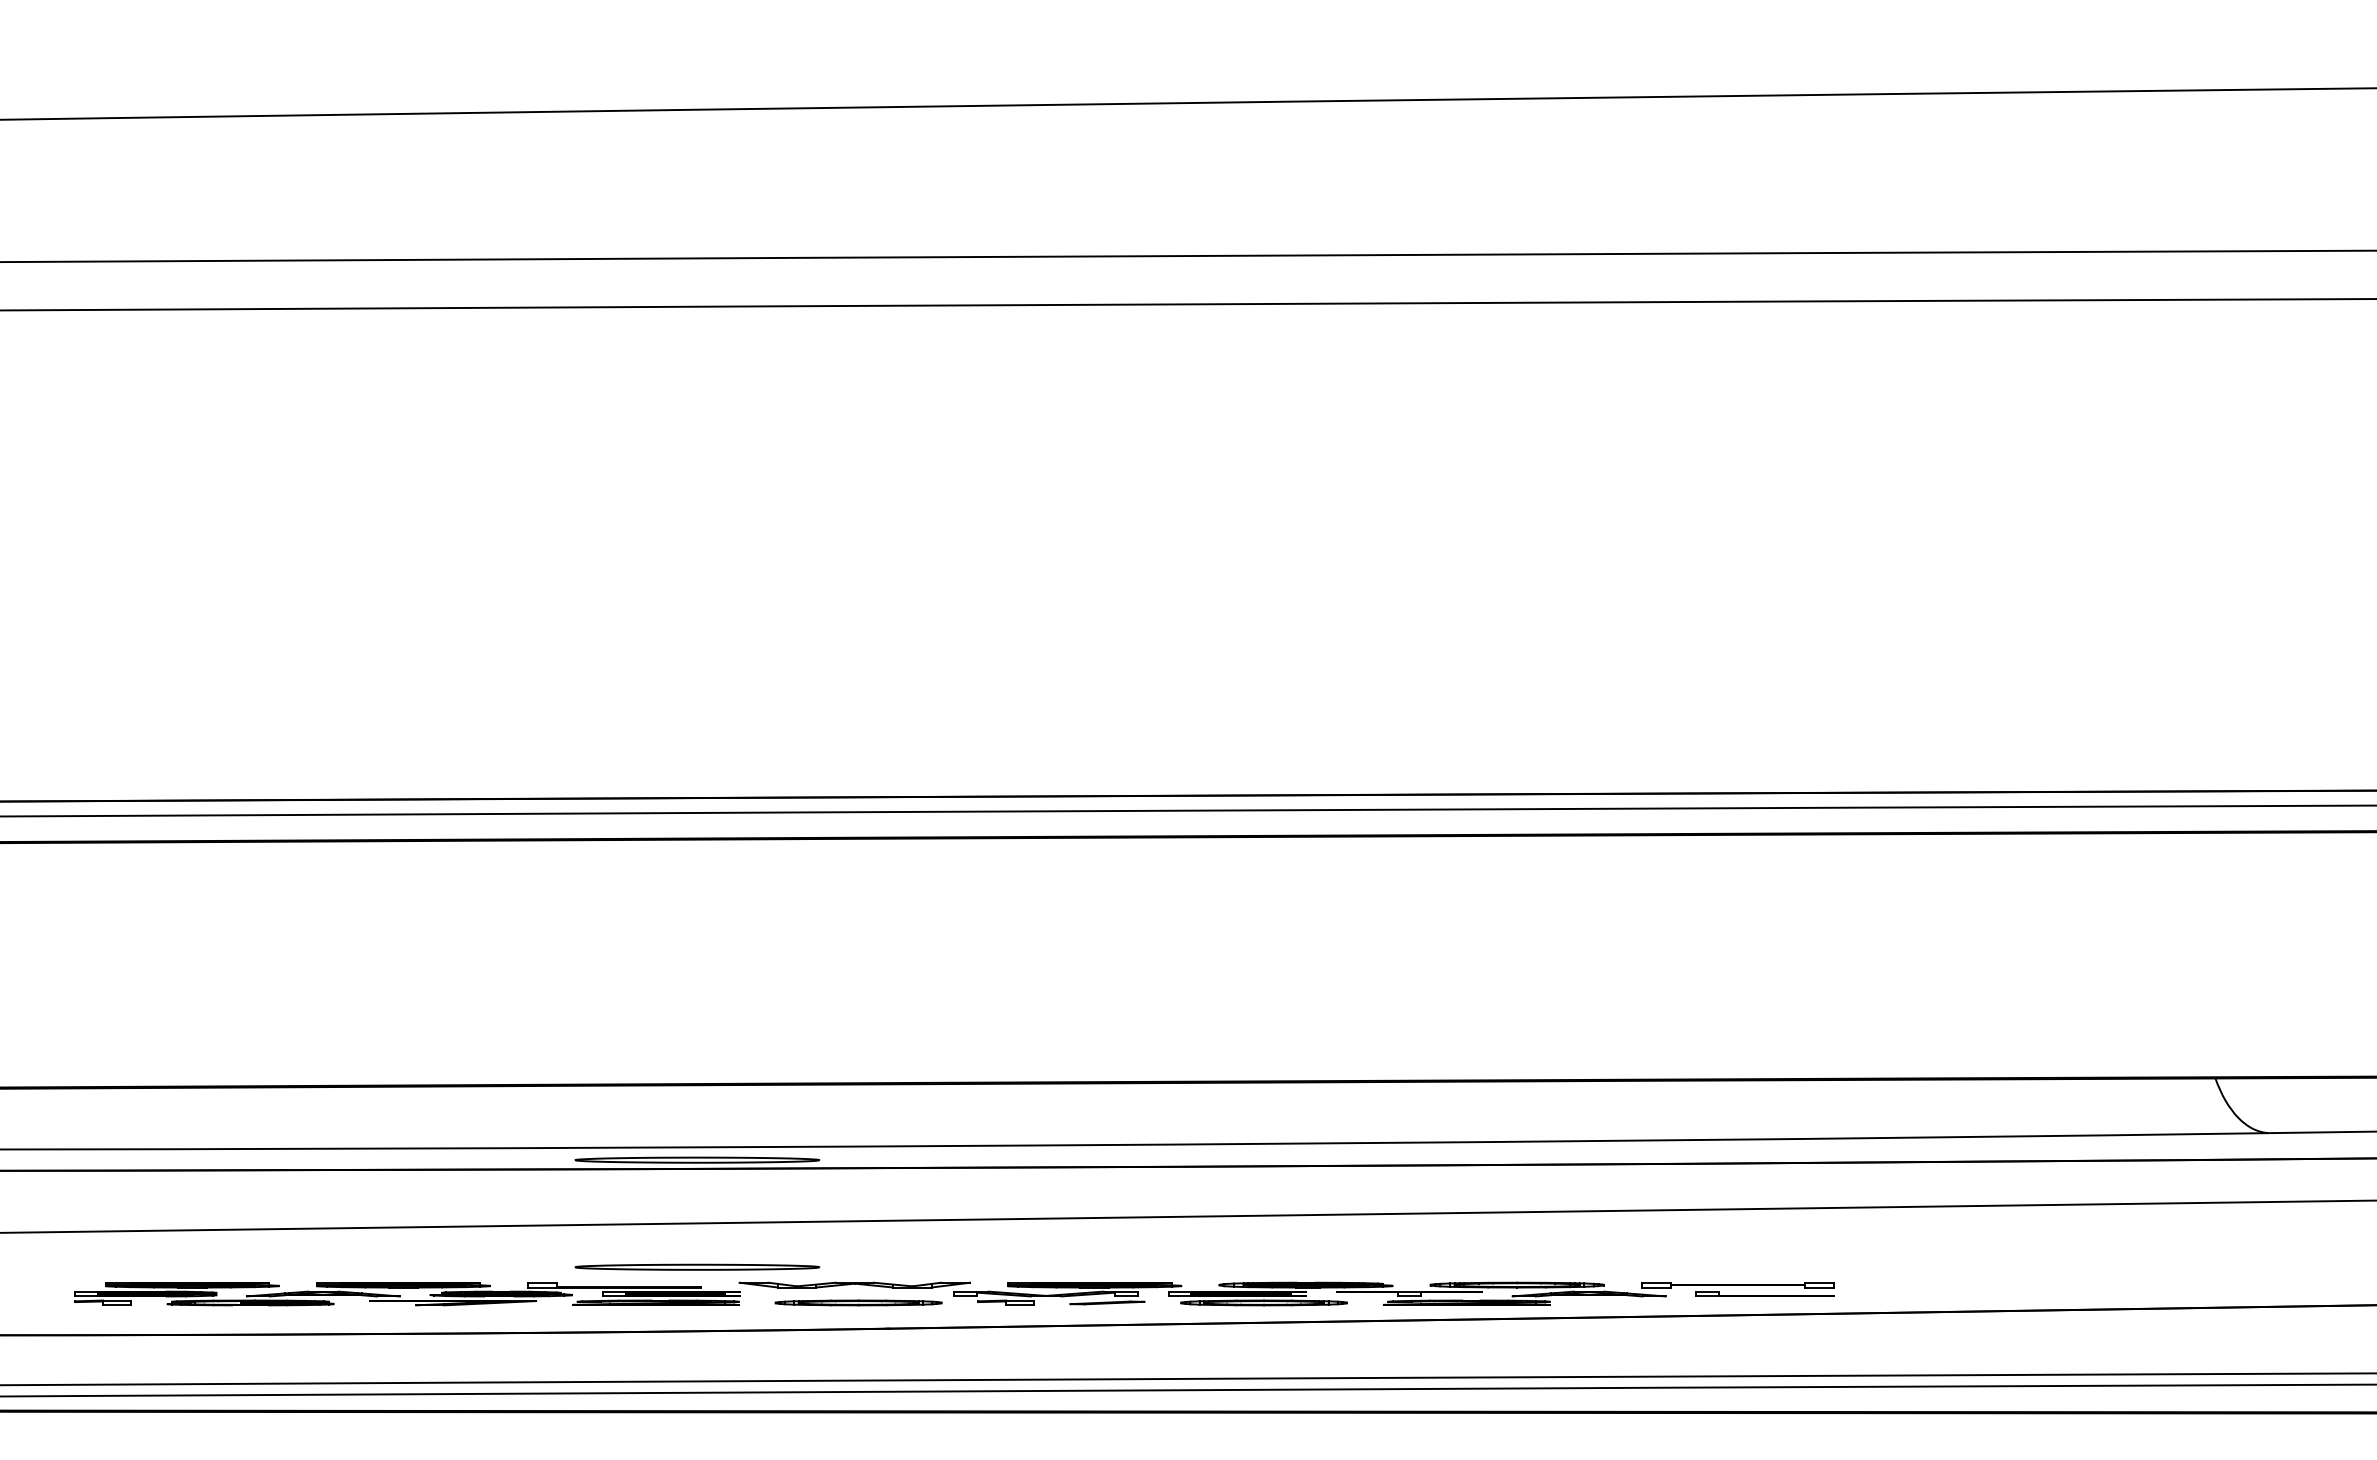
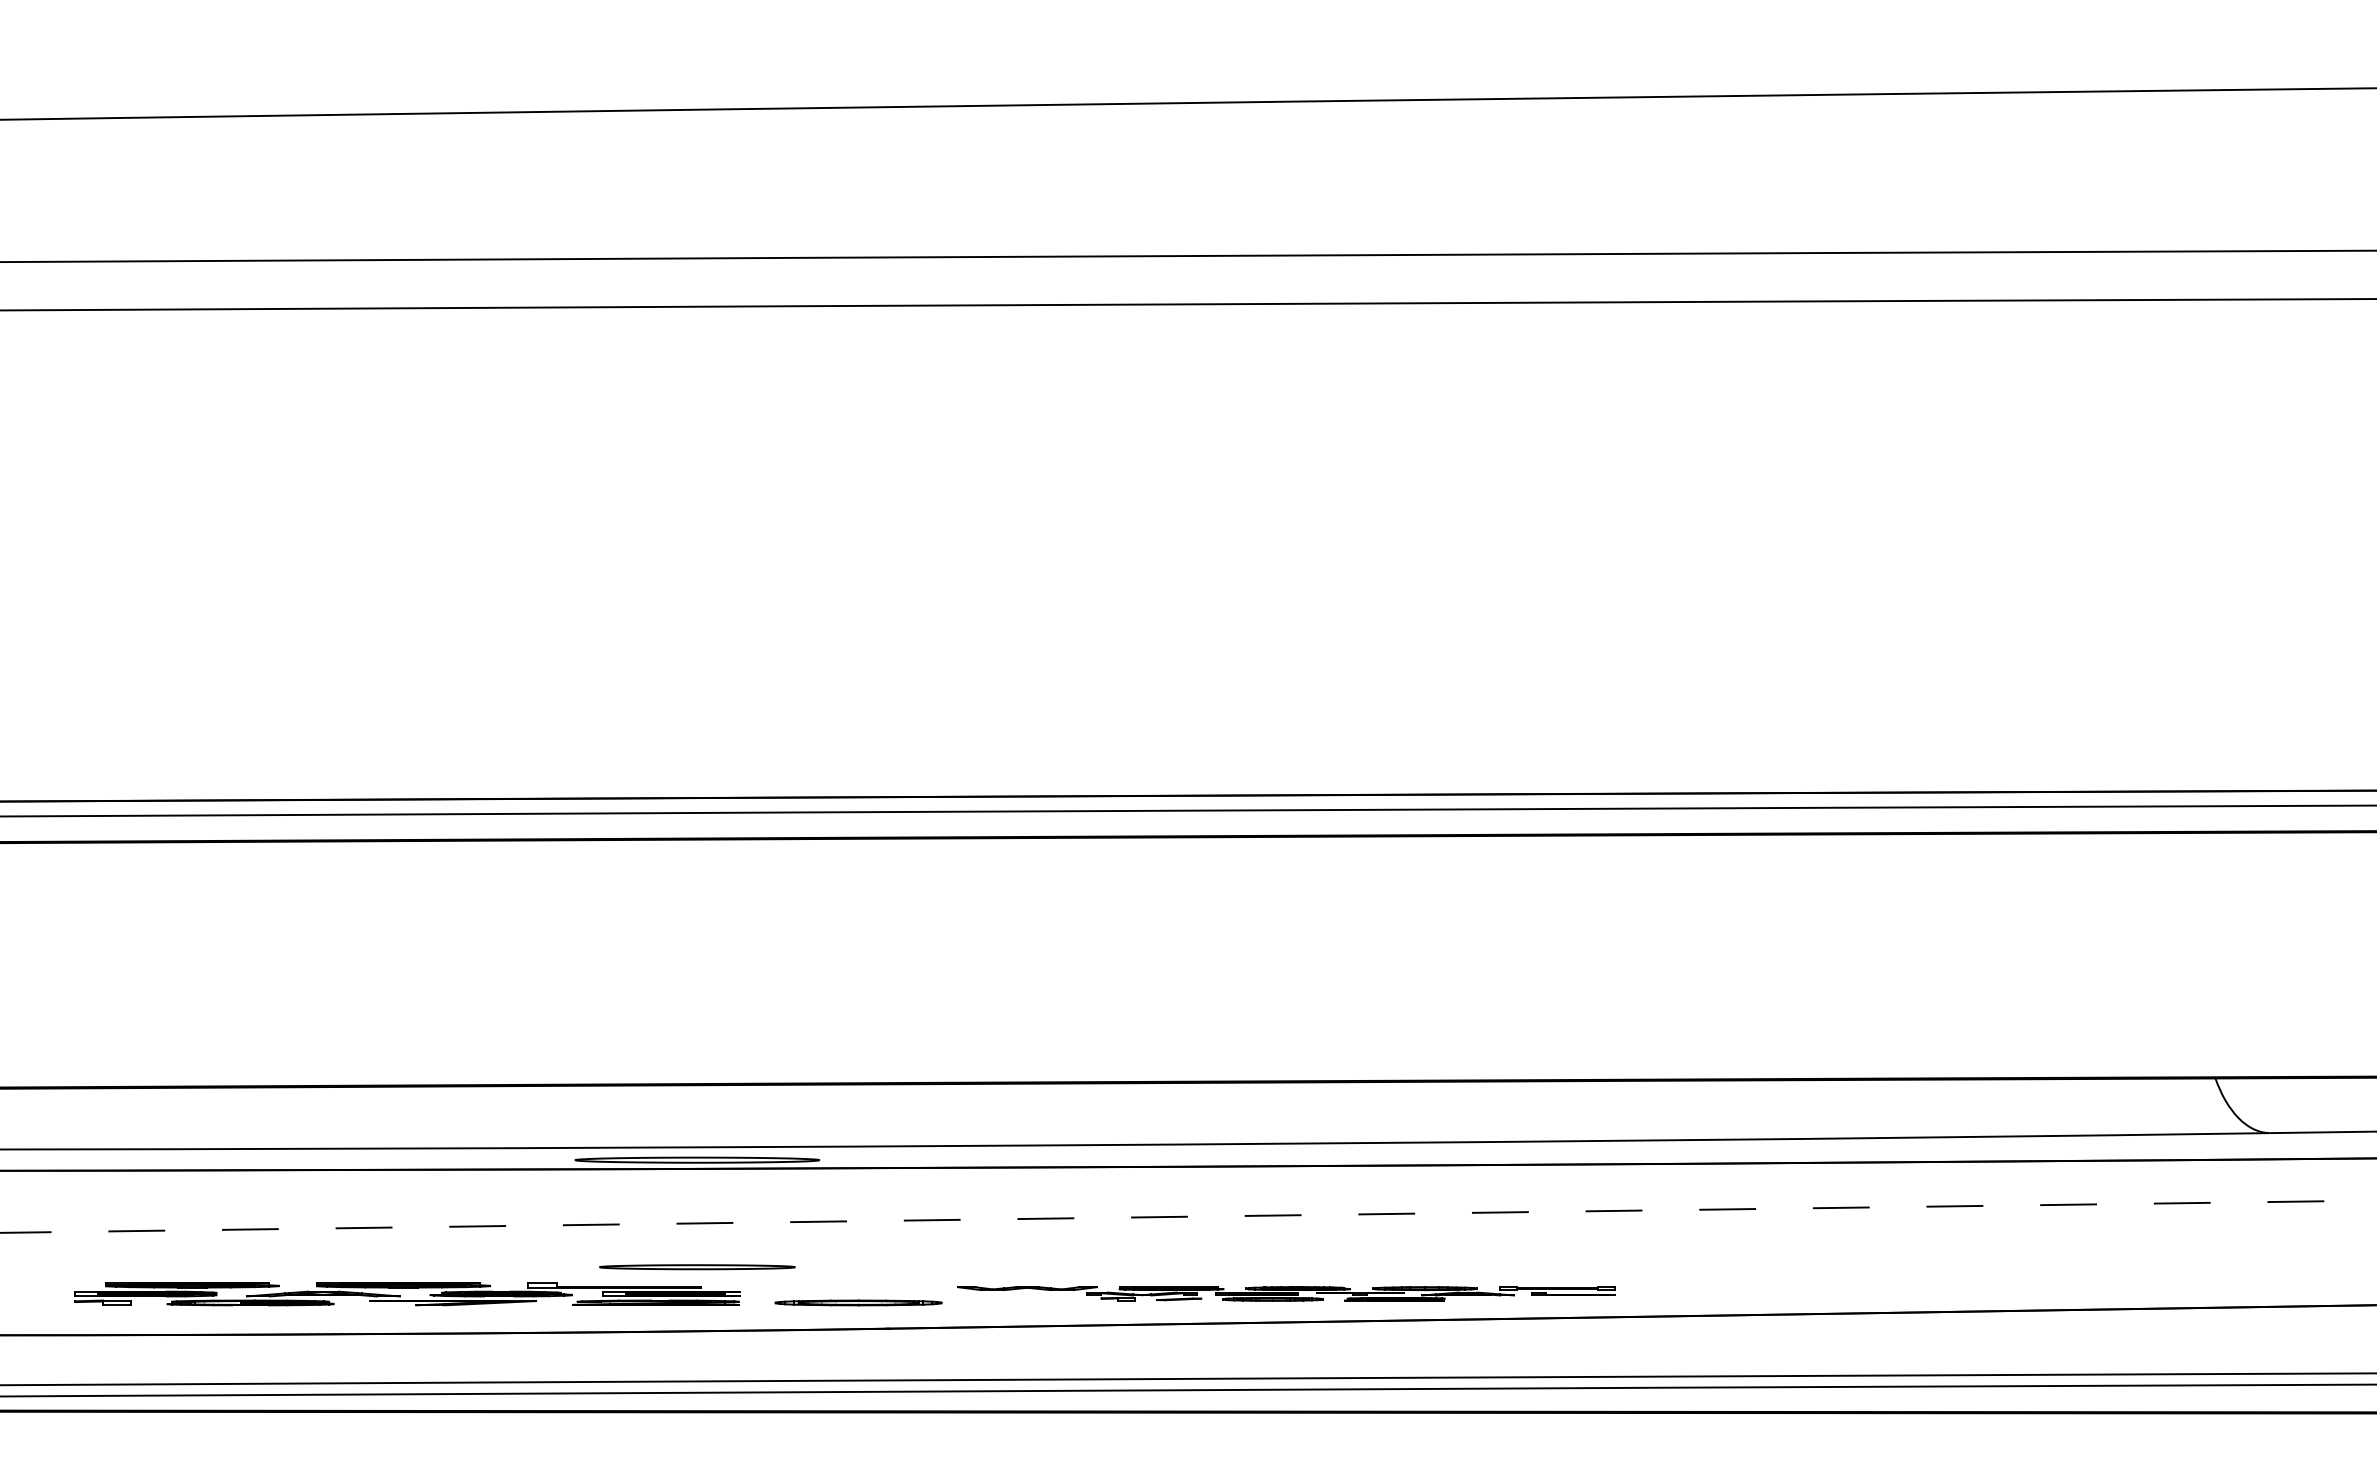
line at (1188, 1216): solid -> dashed
part at (697, 1266) size: 247x8 px -> 197x7 px
part at (1286, 1293) size: 1097x26 px -> 659x16 px
